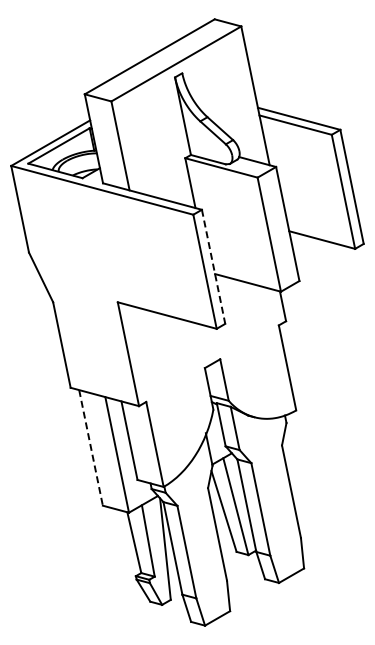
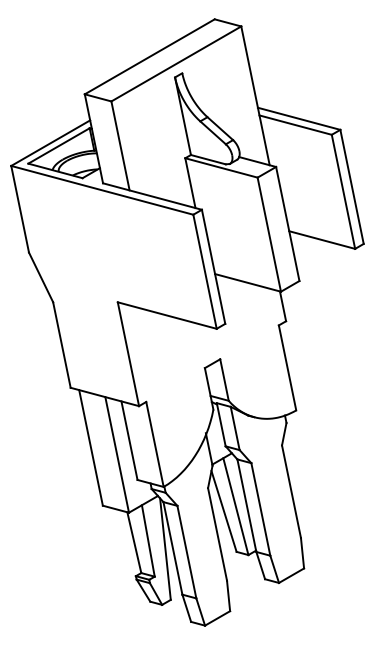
line at (213, 267): dashed -> solid
line at (91, 447): dashed -> solid
